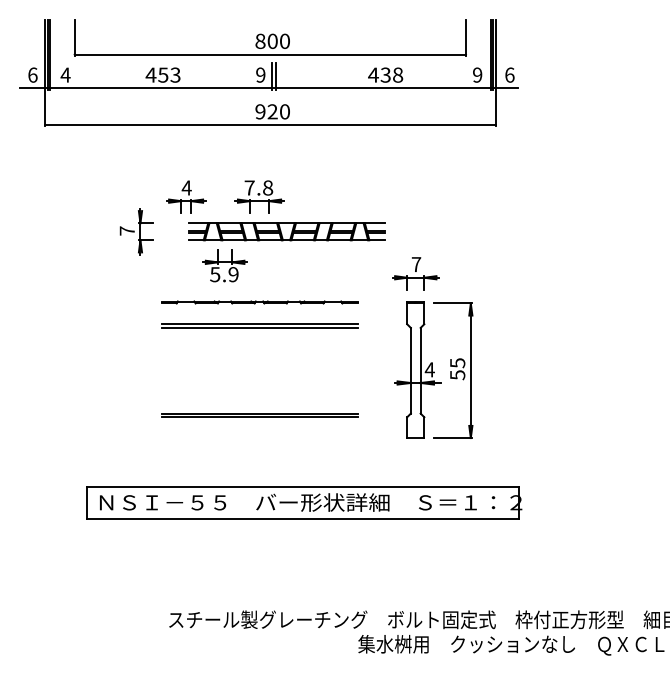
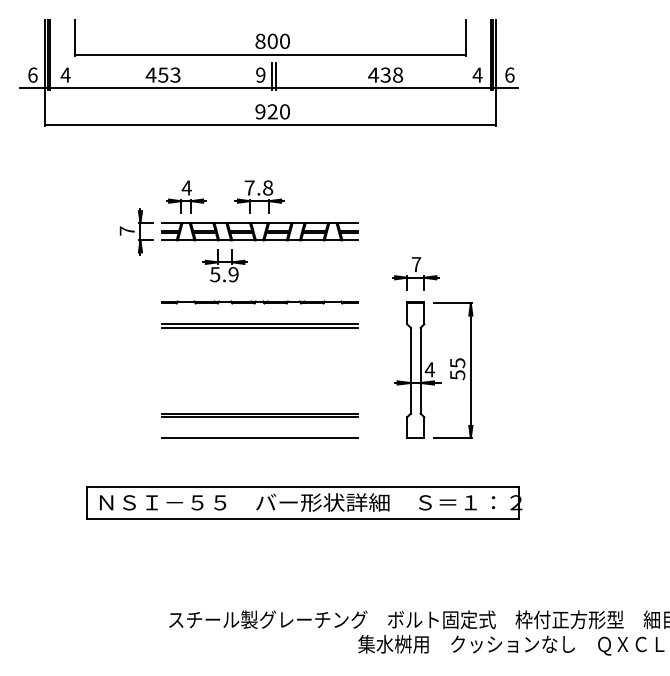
text at (477, 74): 9 -> 4
part at (286, 231) position: (286, 231) -> (259, 231)
line at (260, 438): none -> present
